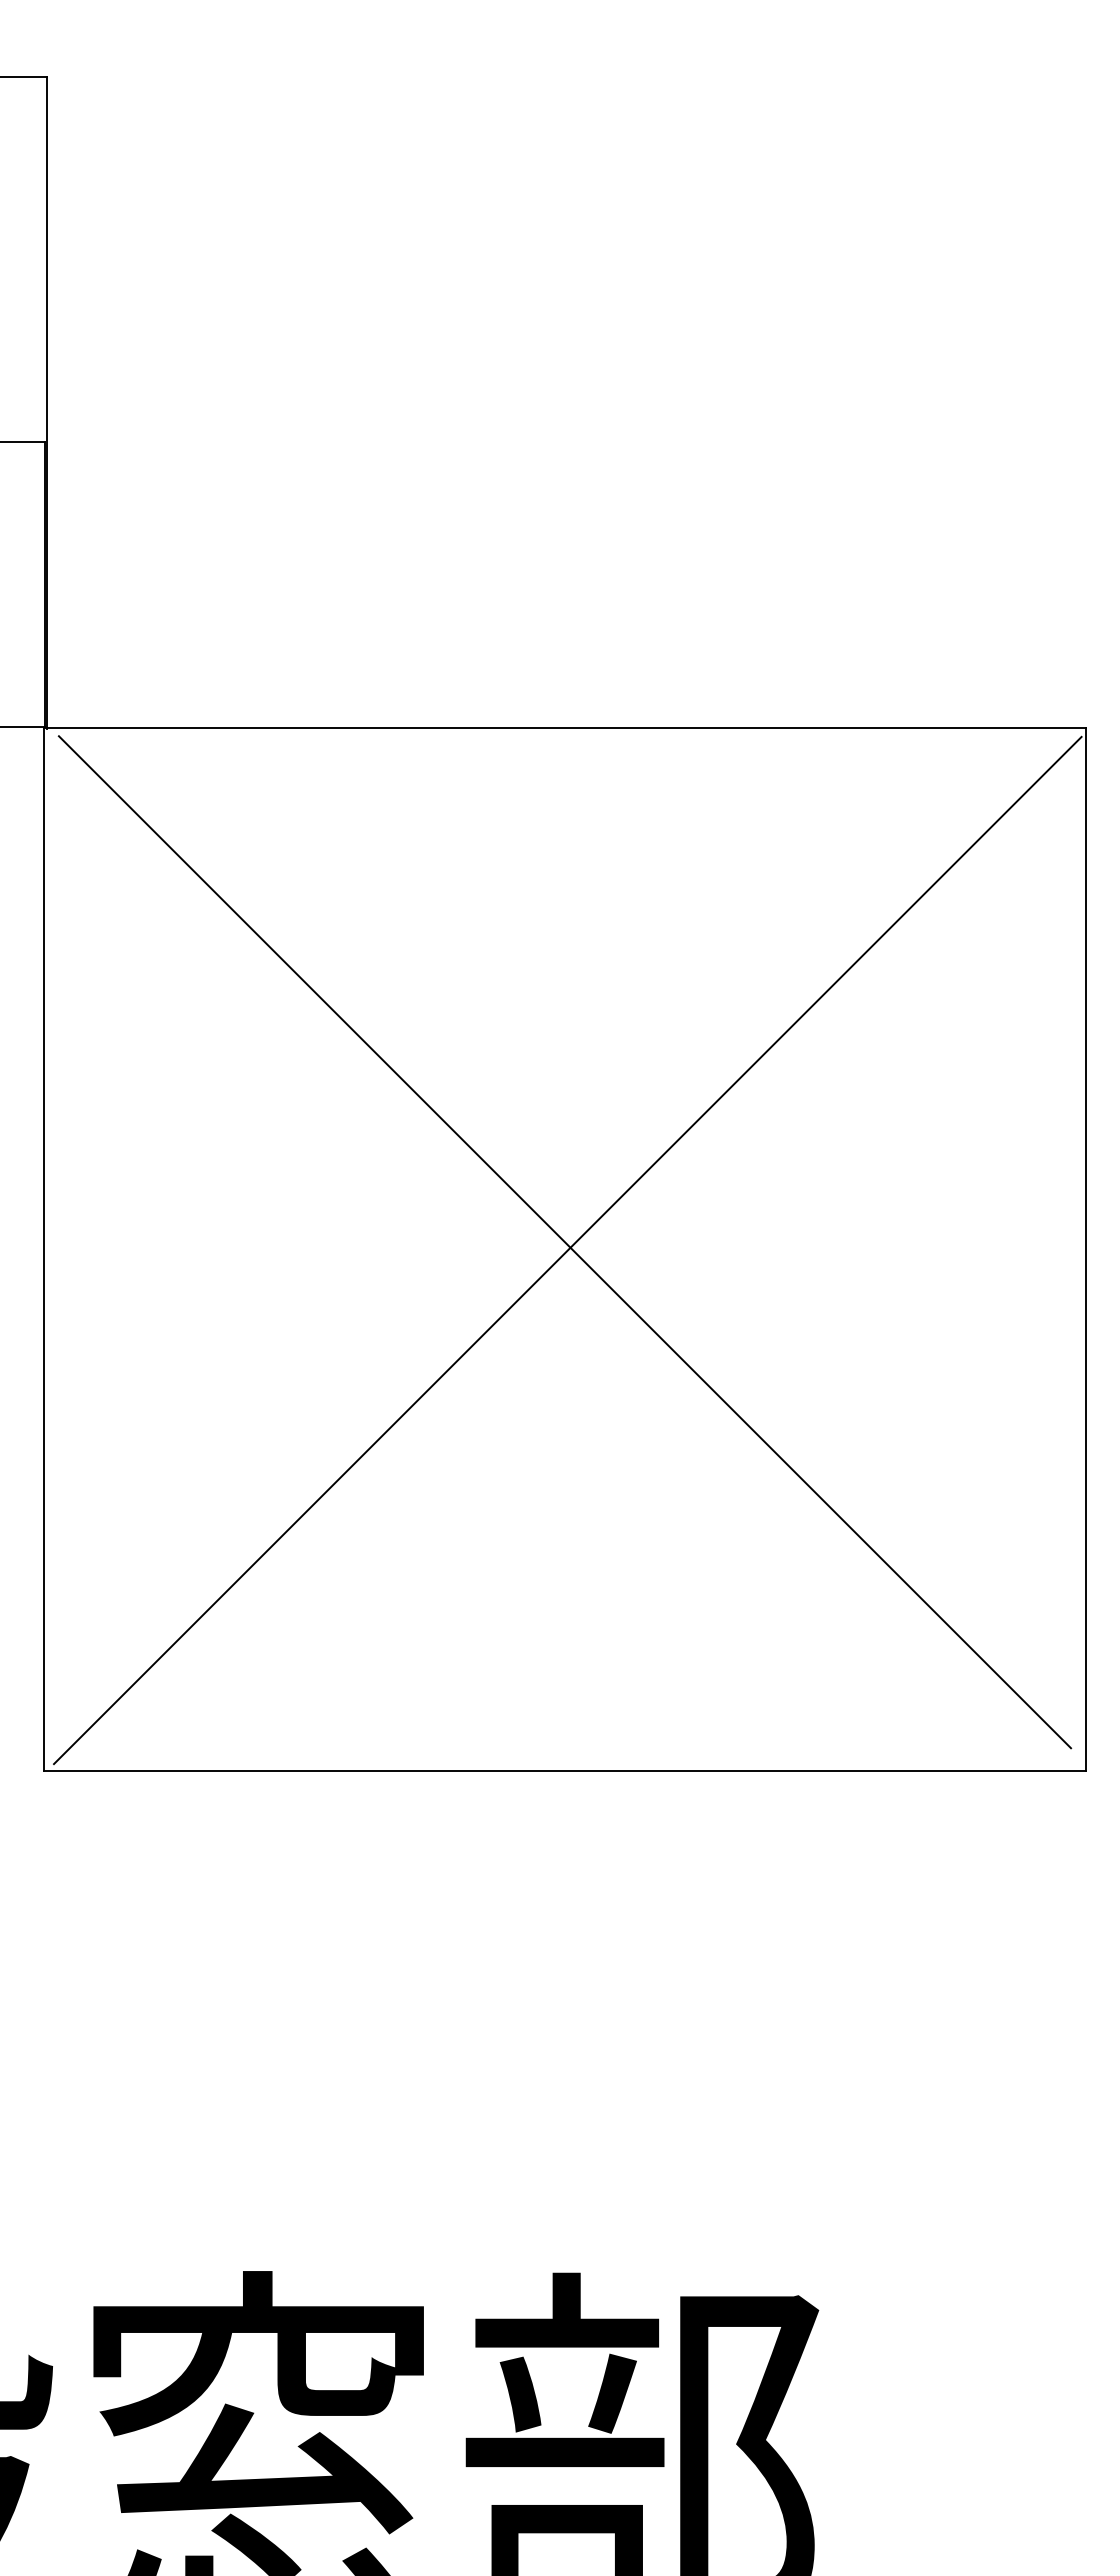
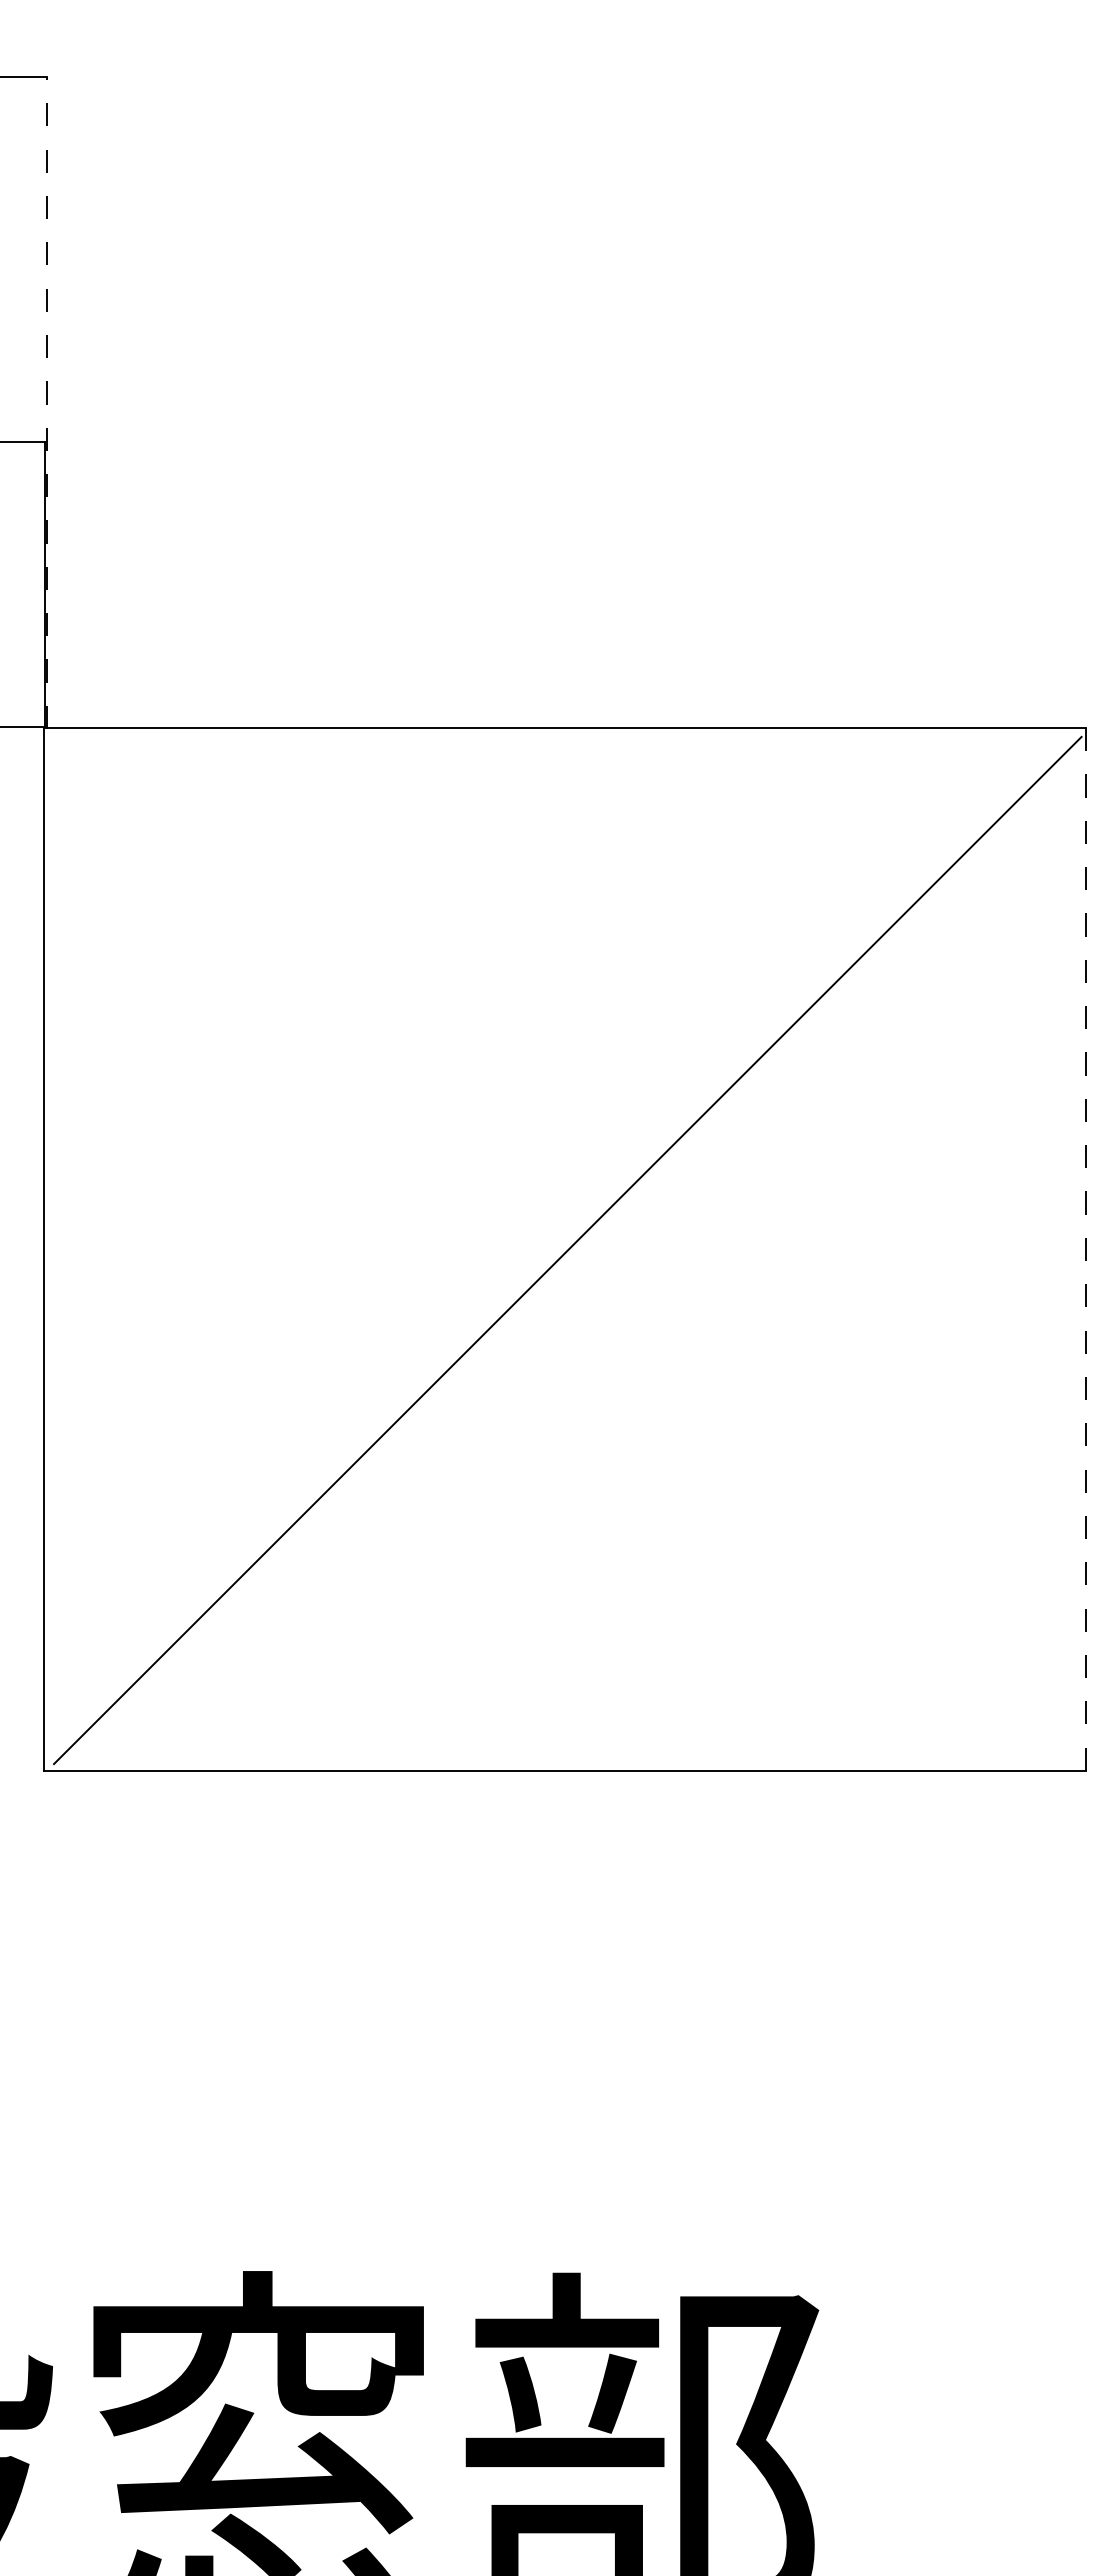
line at (46, 403): solid -> dashed
line at (564, 1242): present -> none
line at (1086, 1248): solid -> dashed
